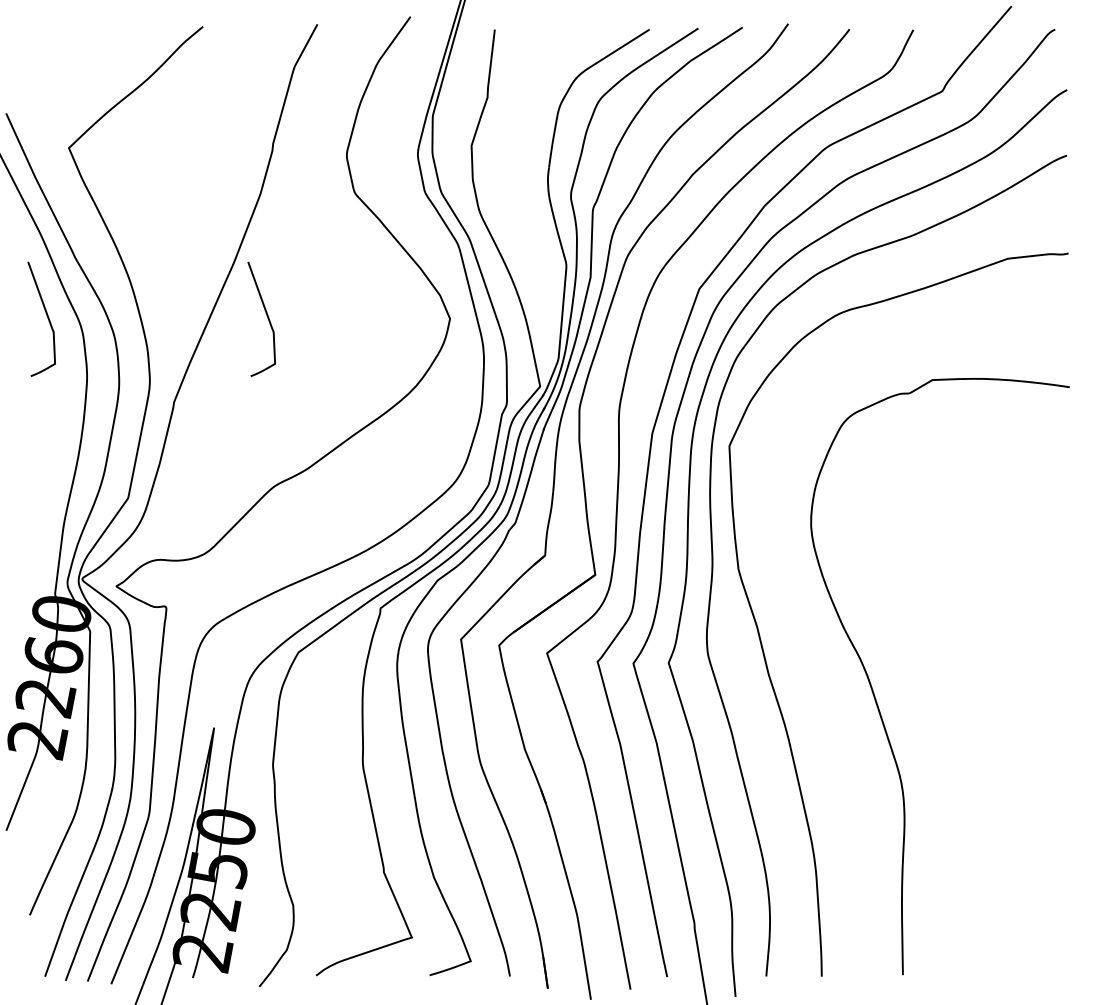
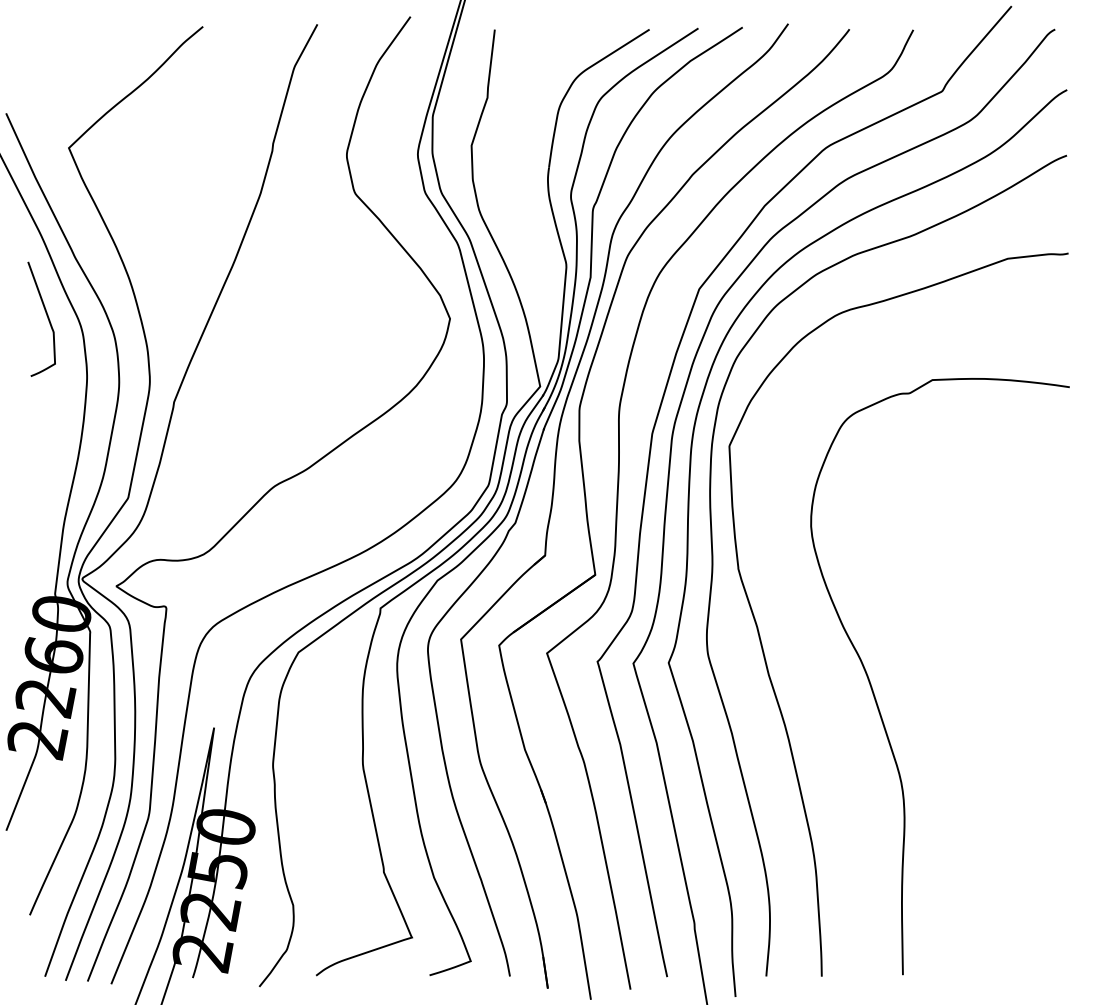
curve at (266, 316): present -> none
